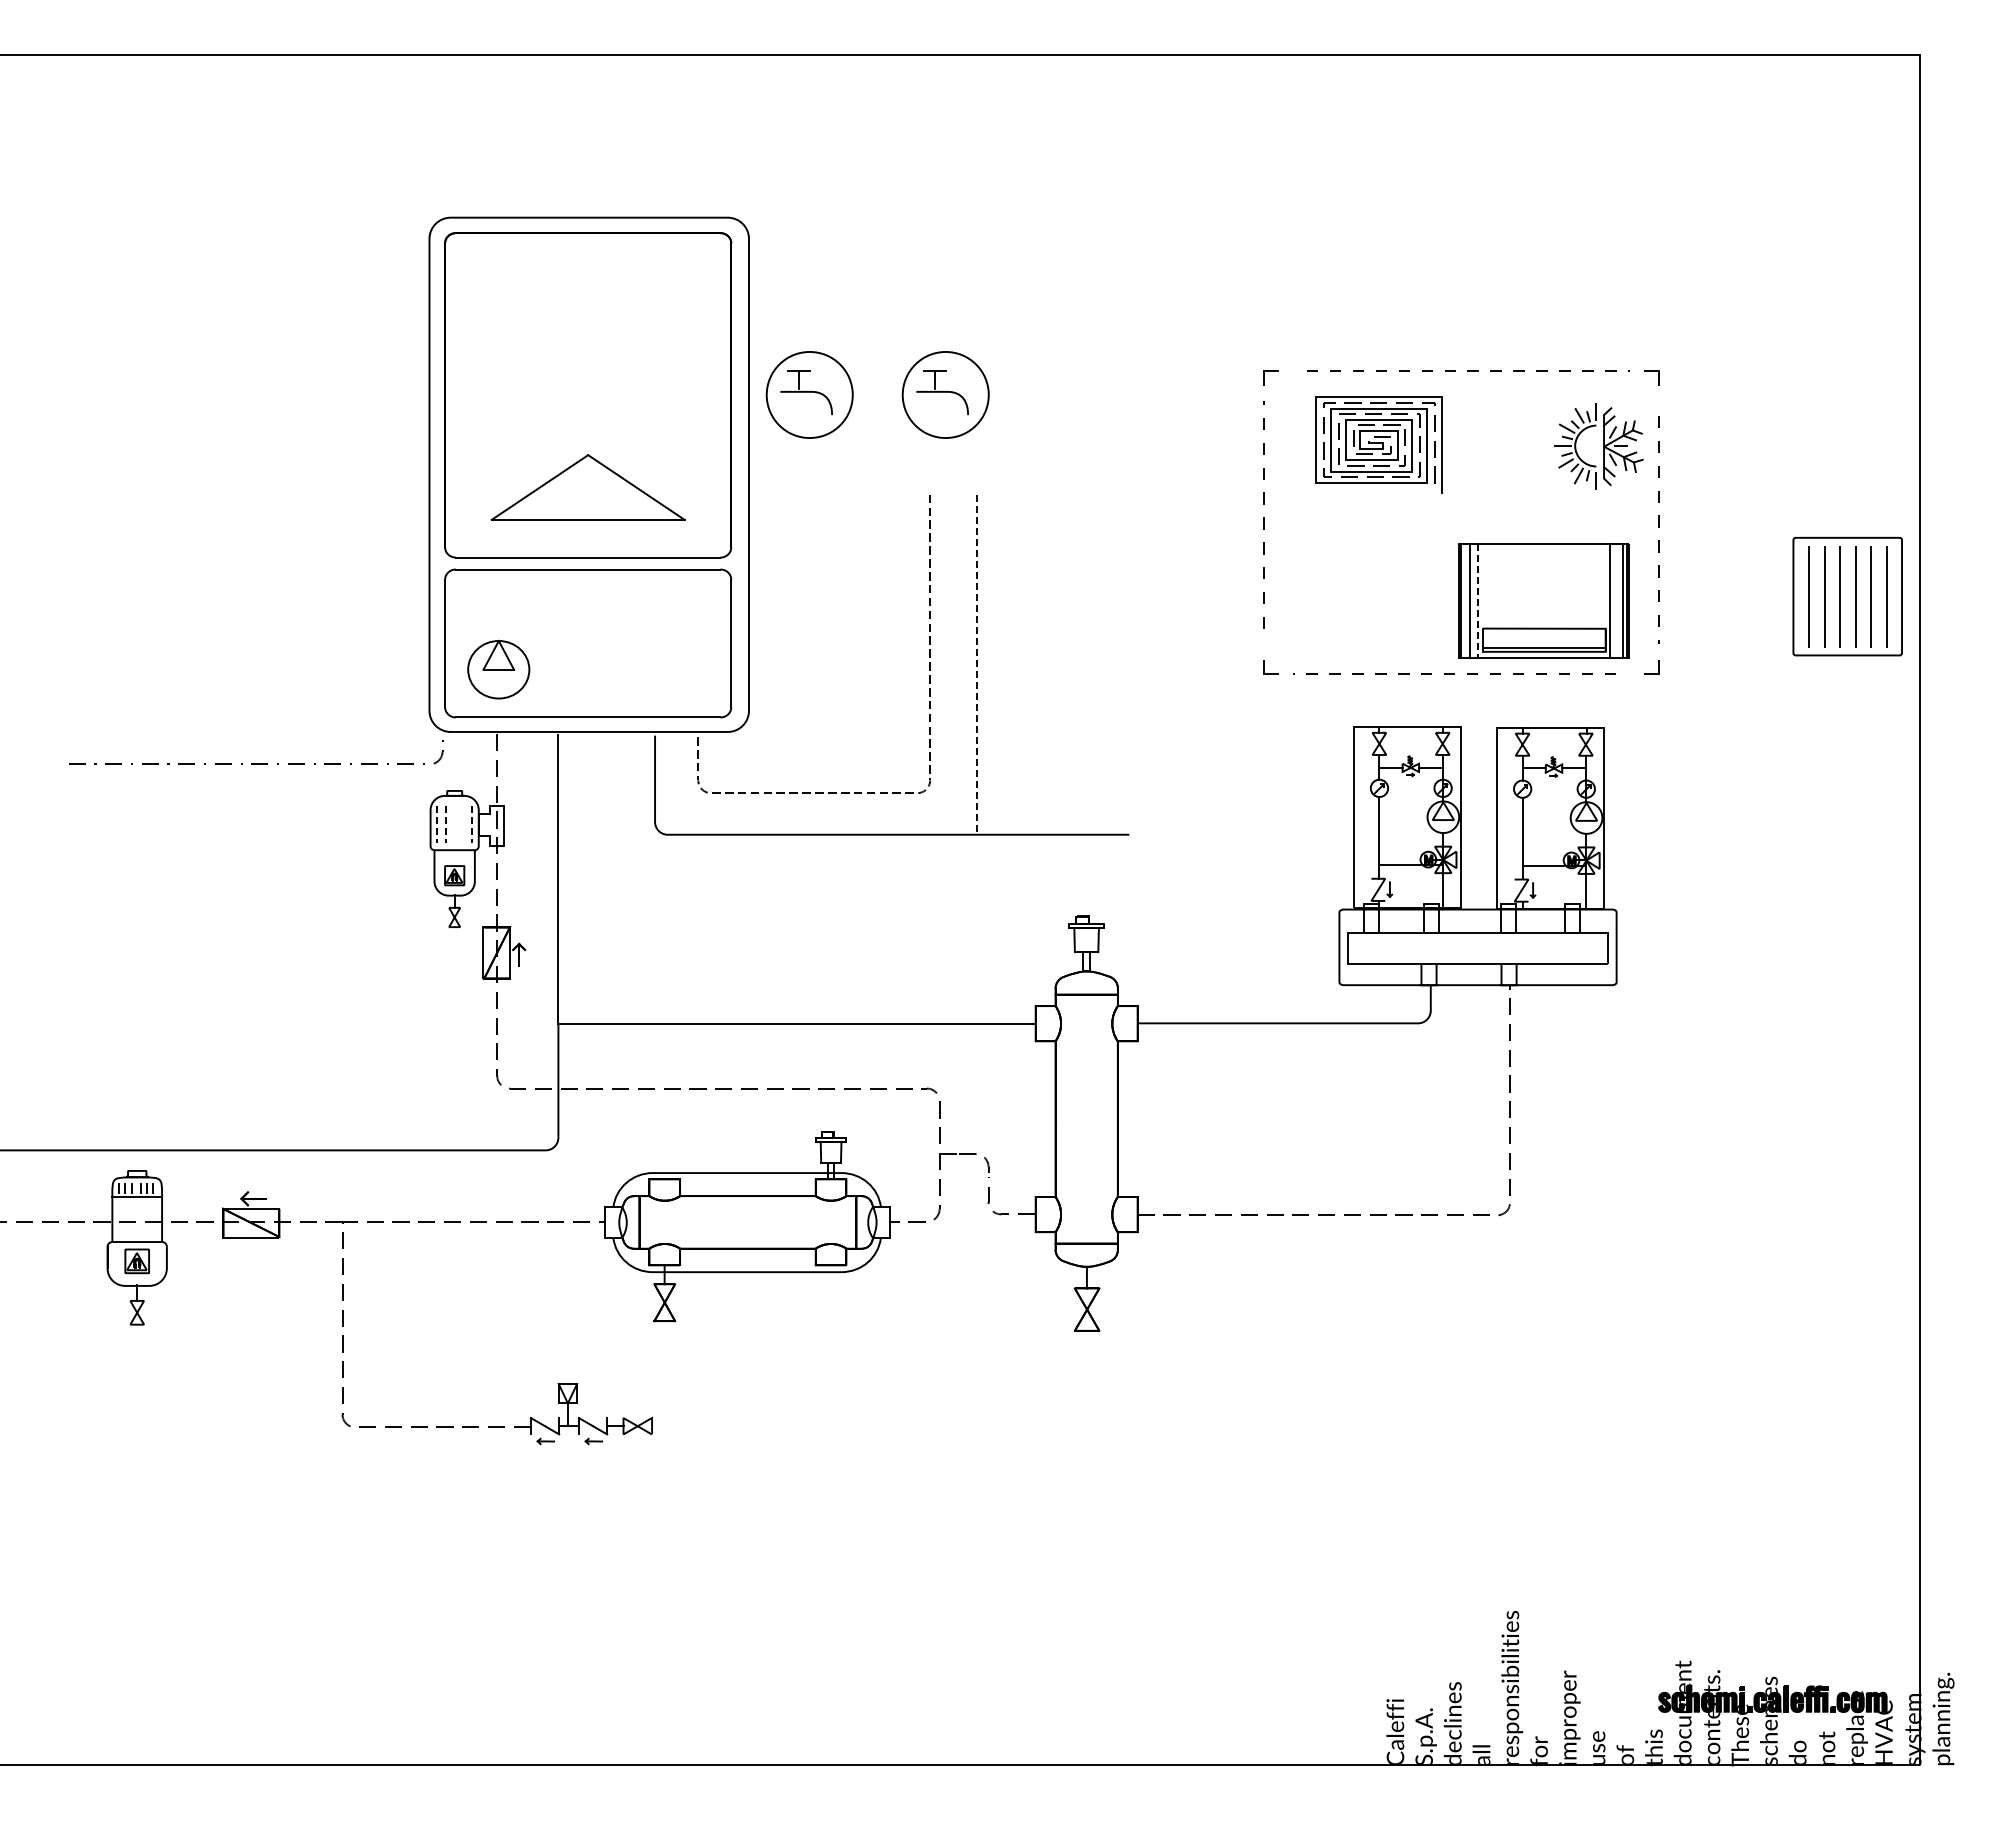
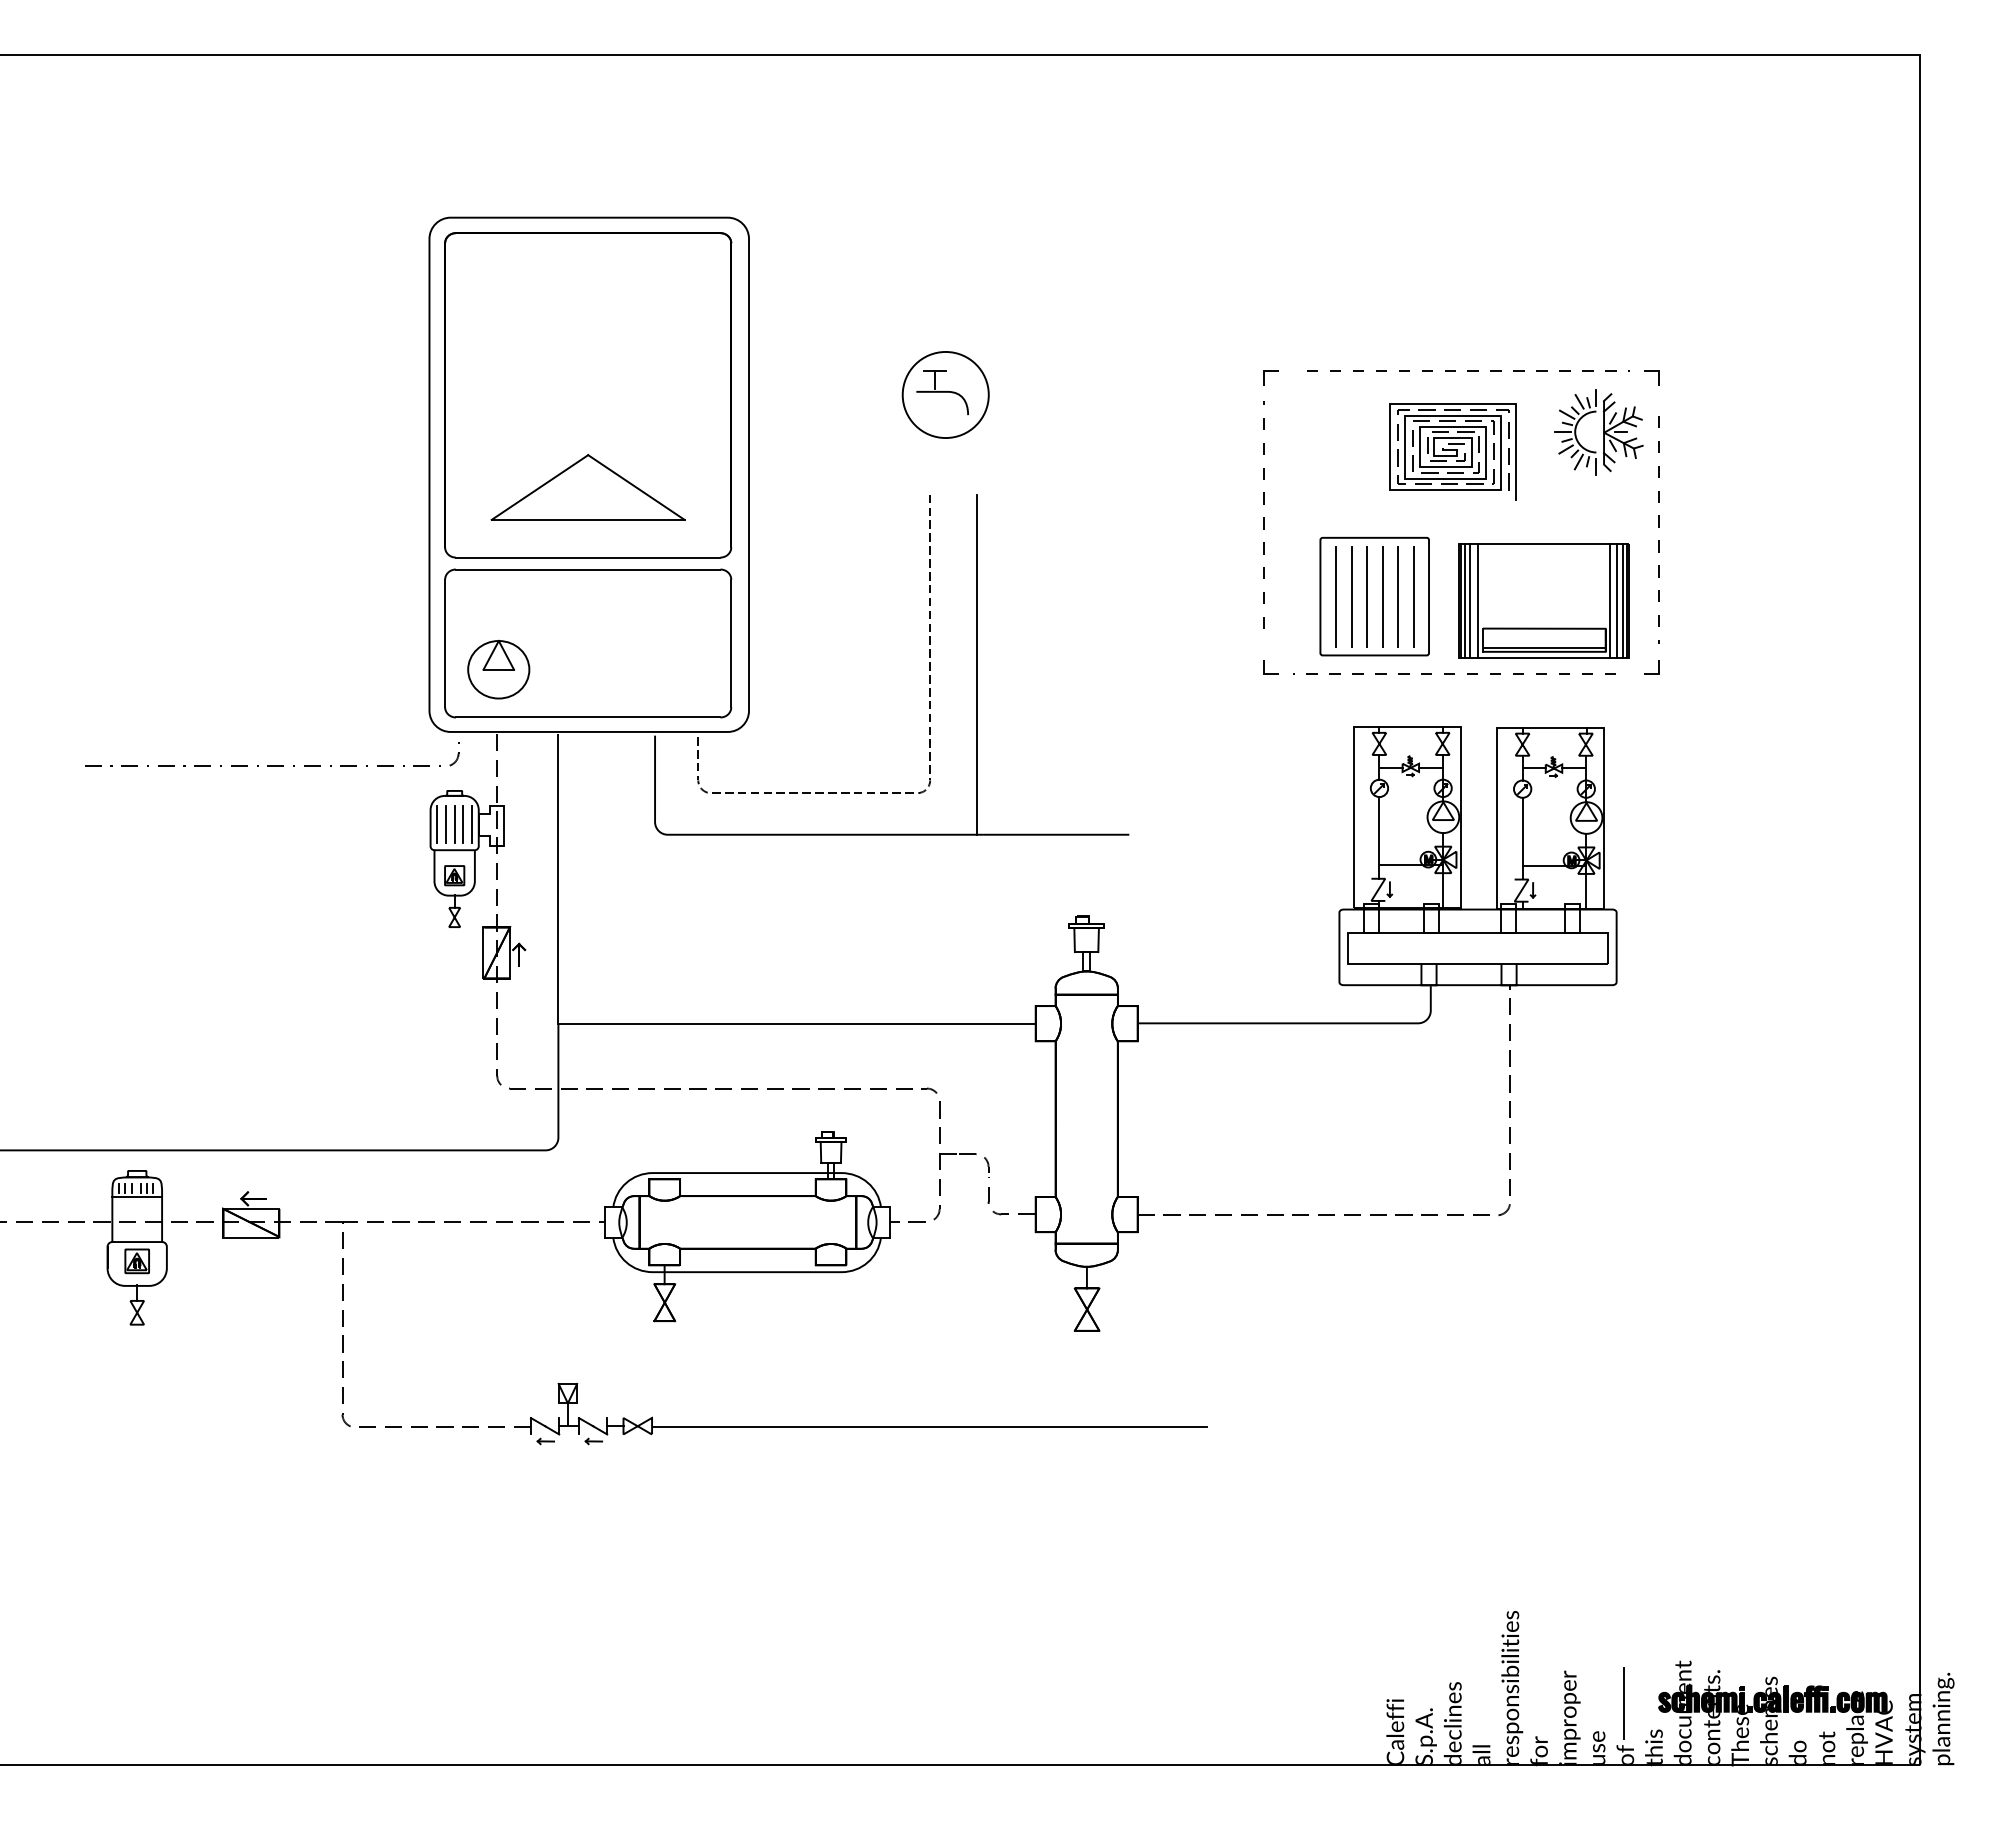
part at (809, 394): present -> none
part at (1378, 444) position: (1378, 444) -> (1452, 451)
part at (1598, 446) position: (1598, 446) -> (1598, 432)
part at (1847, 596) position: (1847, 596) -> (1374, 596)
line at (1464, 600): none -> present
line at (1617, 600): none -> present
line at (1478, 601): dashed -> solid
line at (977, 665): dashed -> solid
curve at (256, 763) position: (256, 763) -> (272, 765)
line at (437, 824): dashed -> solid
line at (446, 824): dashed -> solid
line at (454, 824): none -> present
line at (463, 824): none -> present
line at (472, 824): dashed -> solid
line at (929, 1427): none -> present
line at (1623, 1703): none -> present
